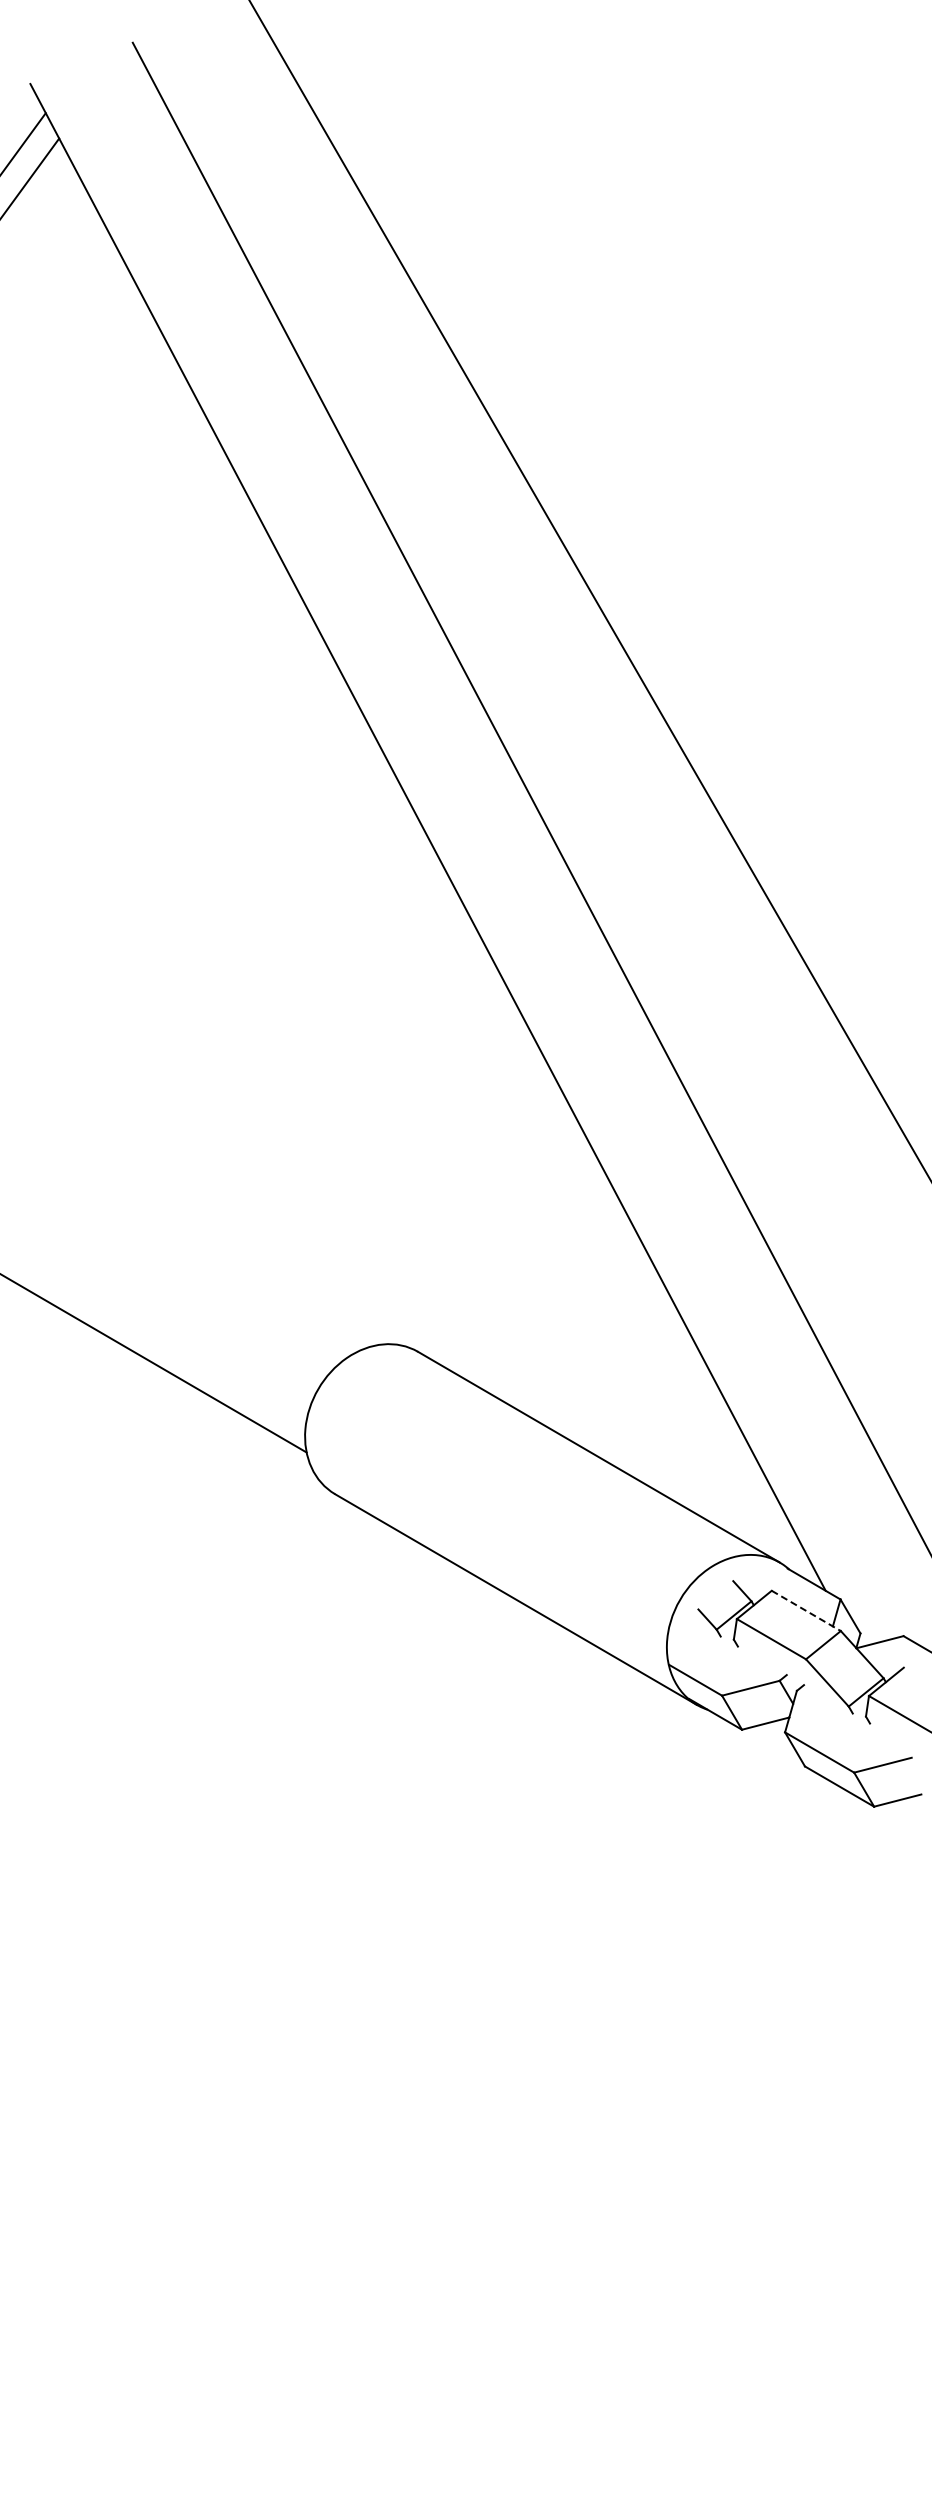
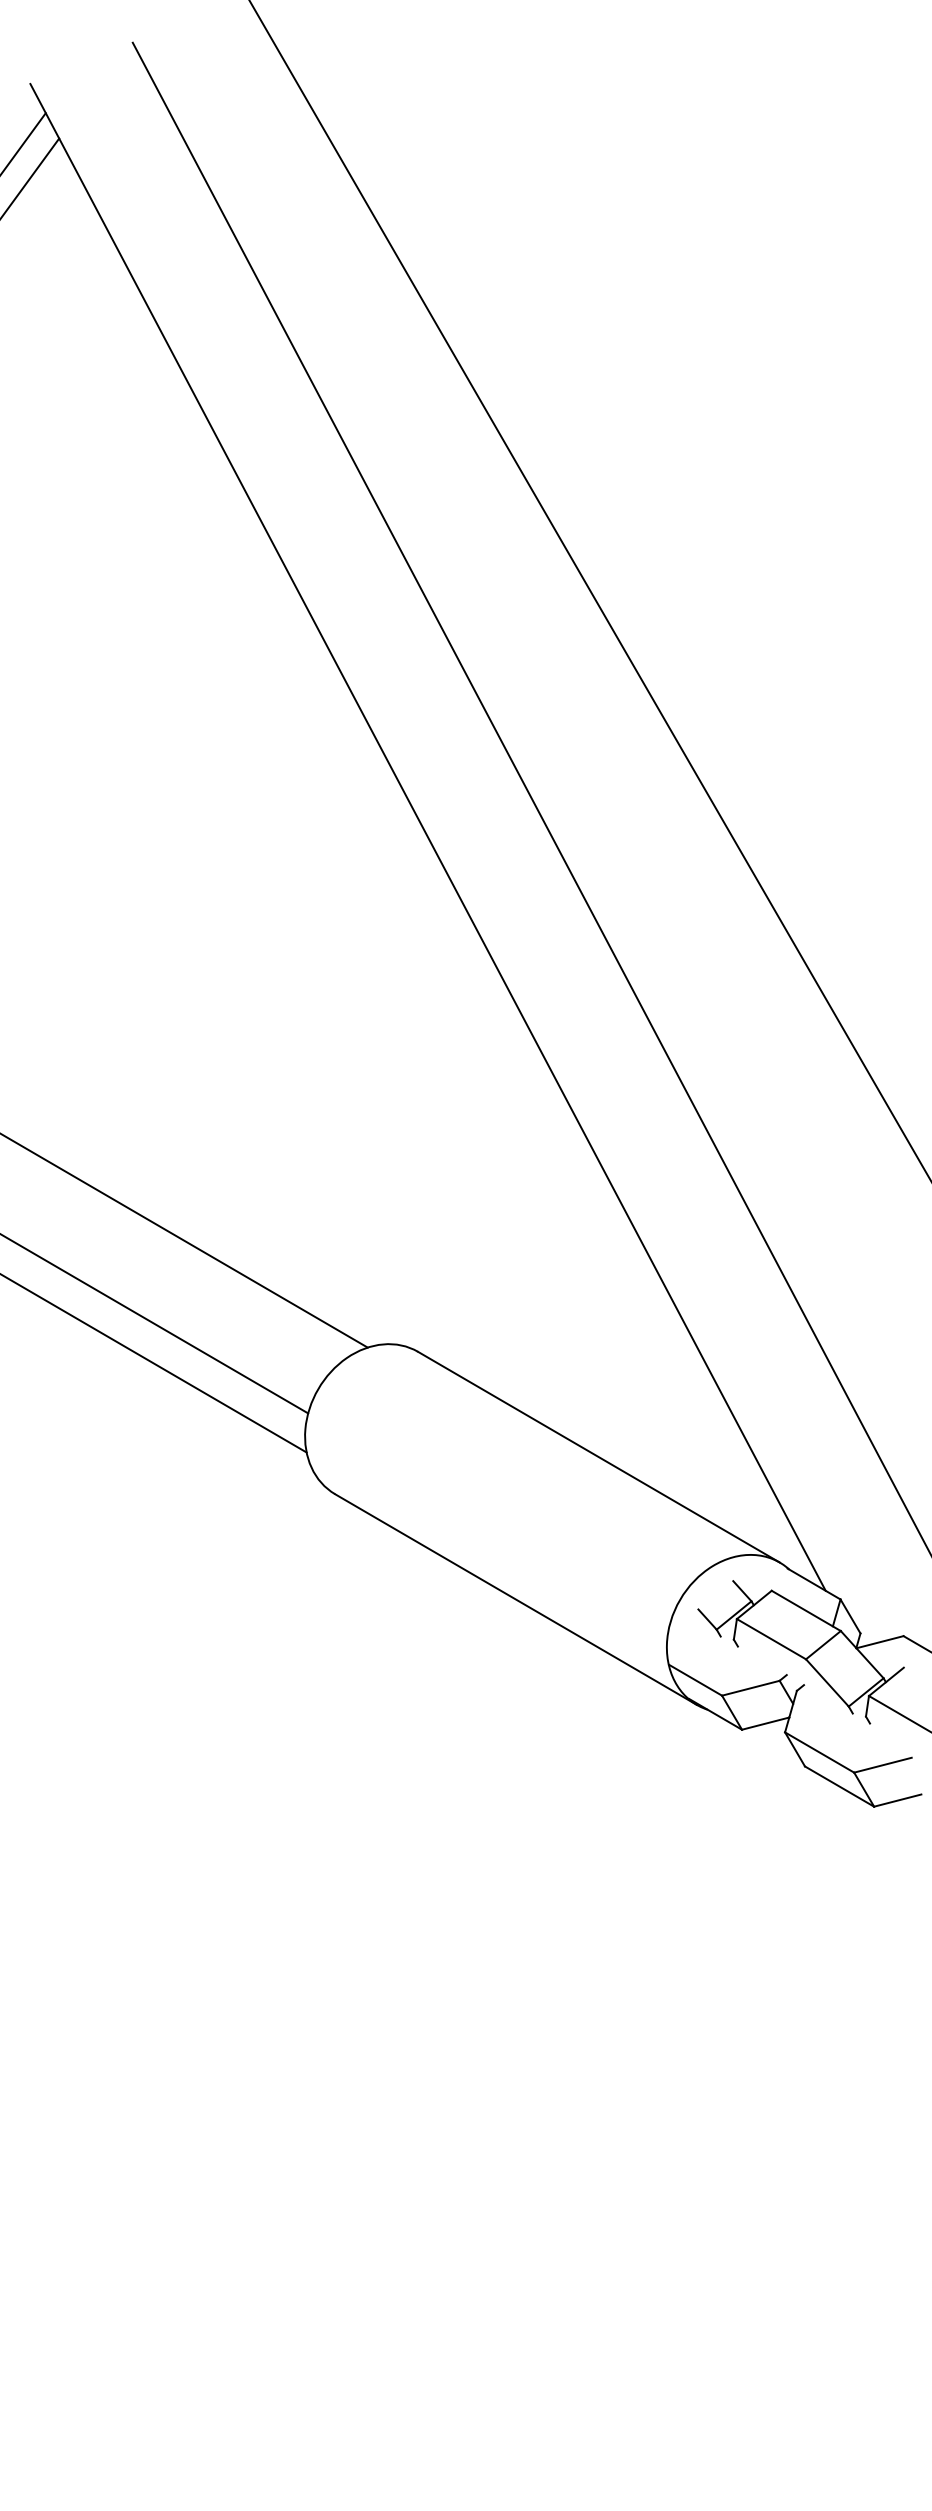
line at (184, 1240): none -> present
line at (155, 1324): none -> present
line at (806, 1610): dashed -> solid
